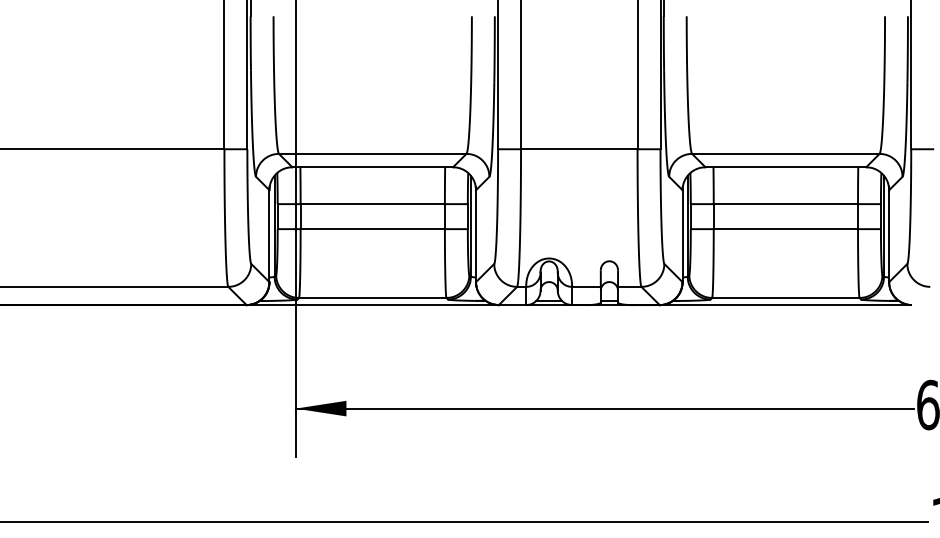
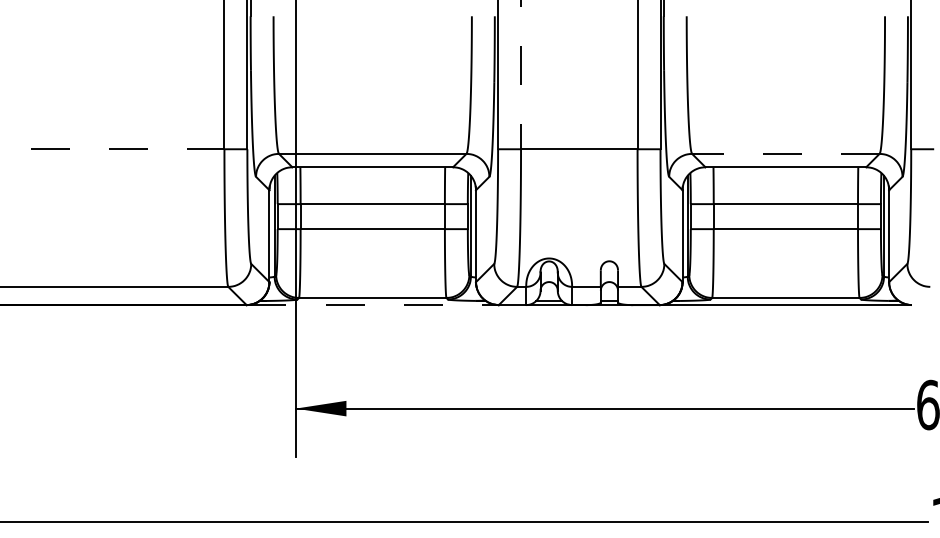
line at (521, 75): solid -> dashed
line at (112, 149): solid -> dashed
line at (785, 153): solid -> dashed
line at (373, 305): solid -> dashed
